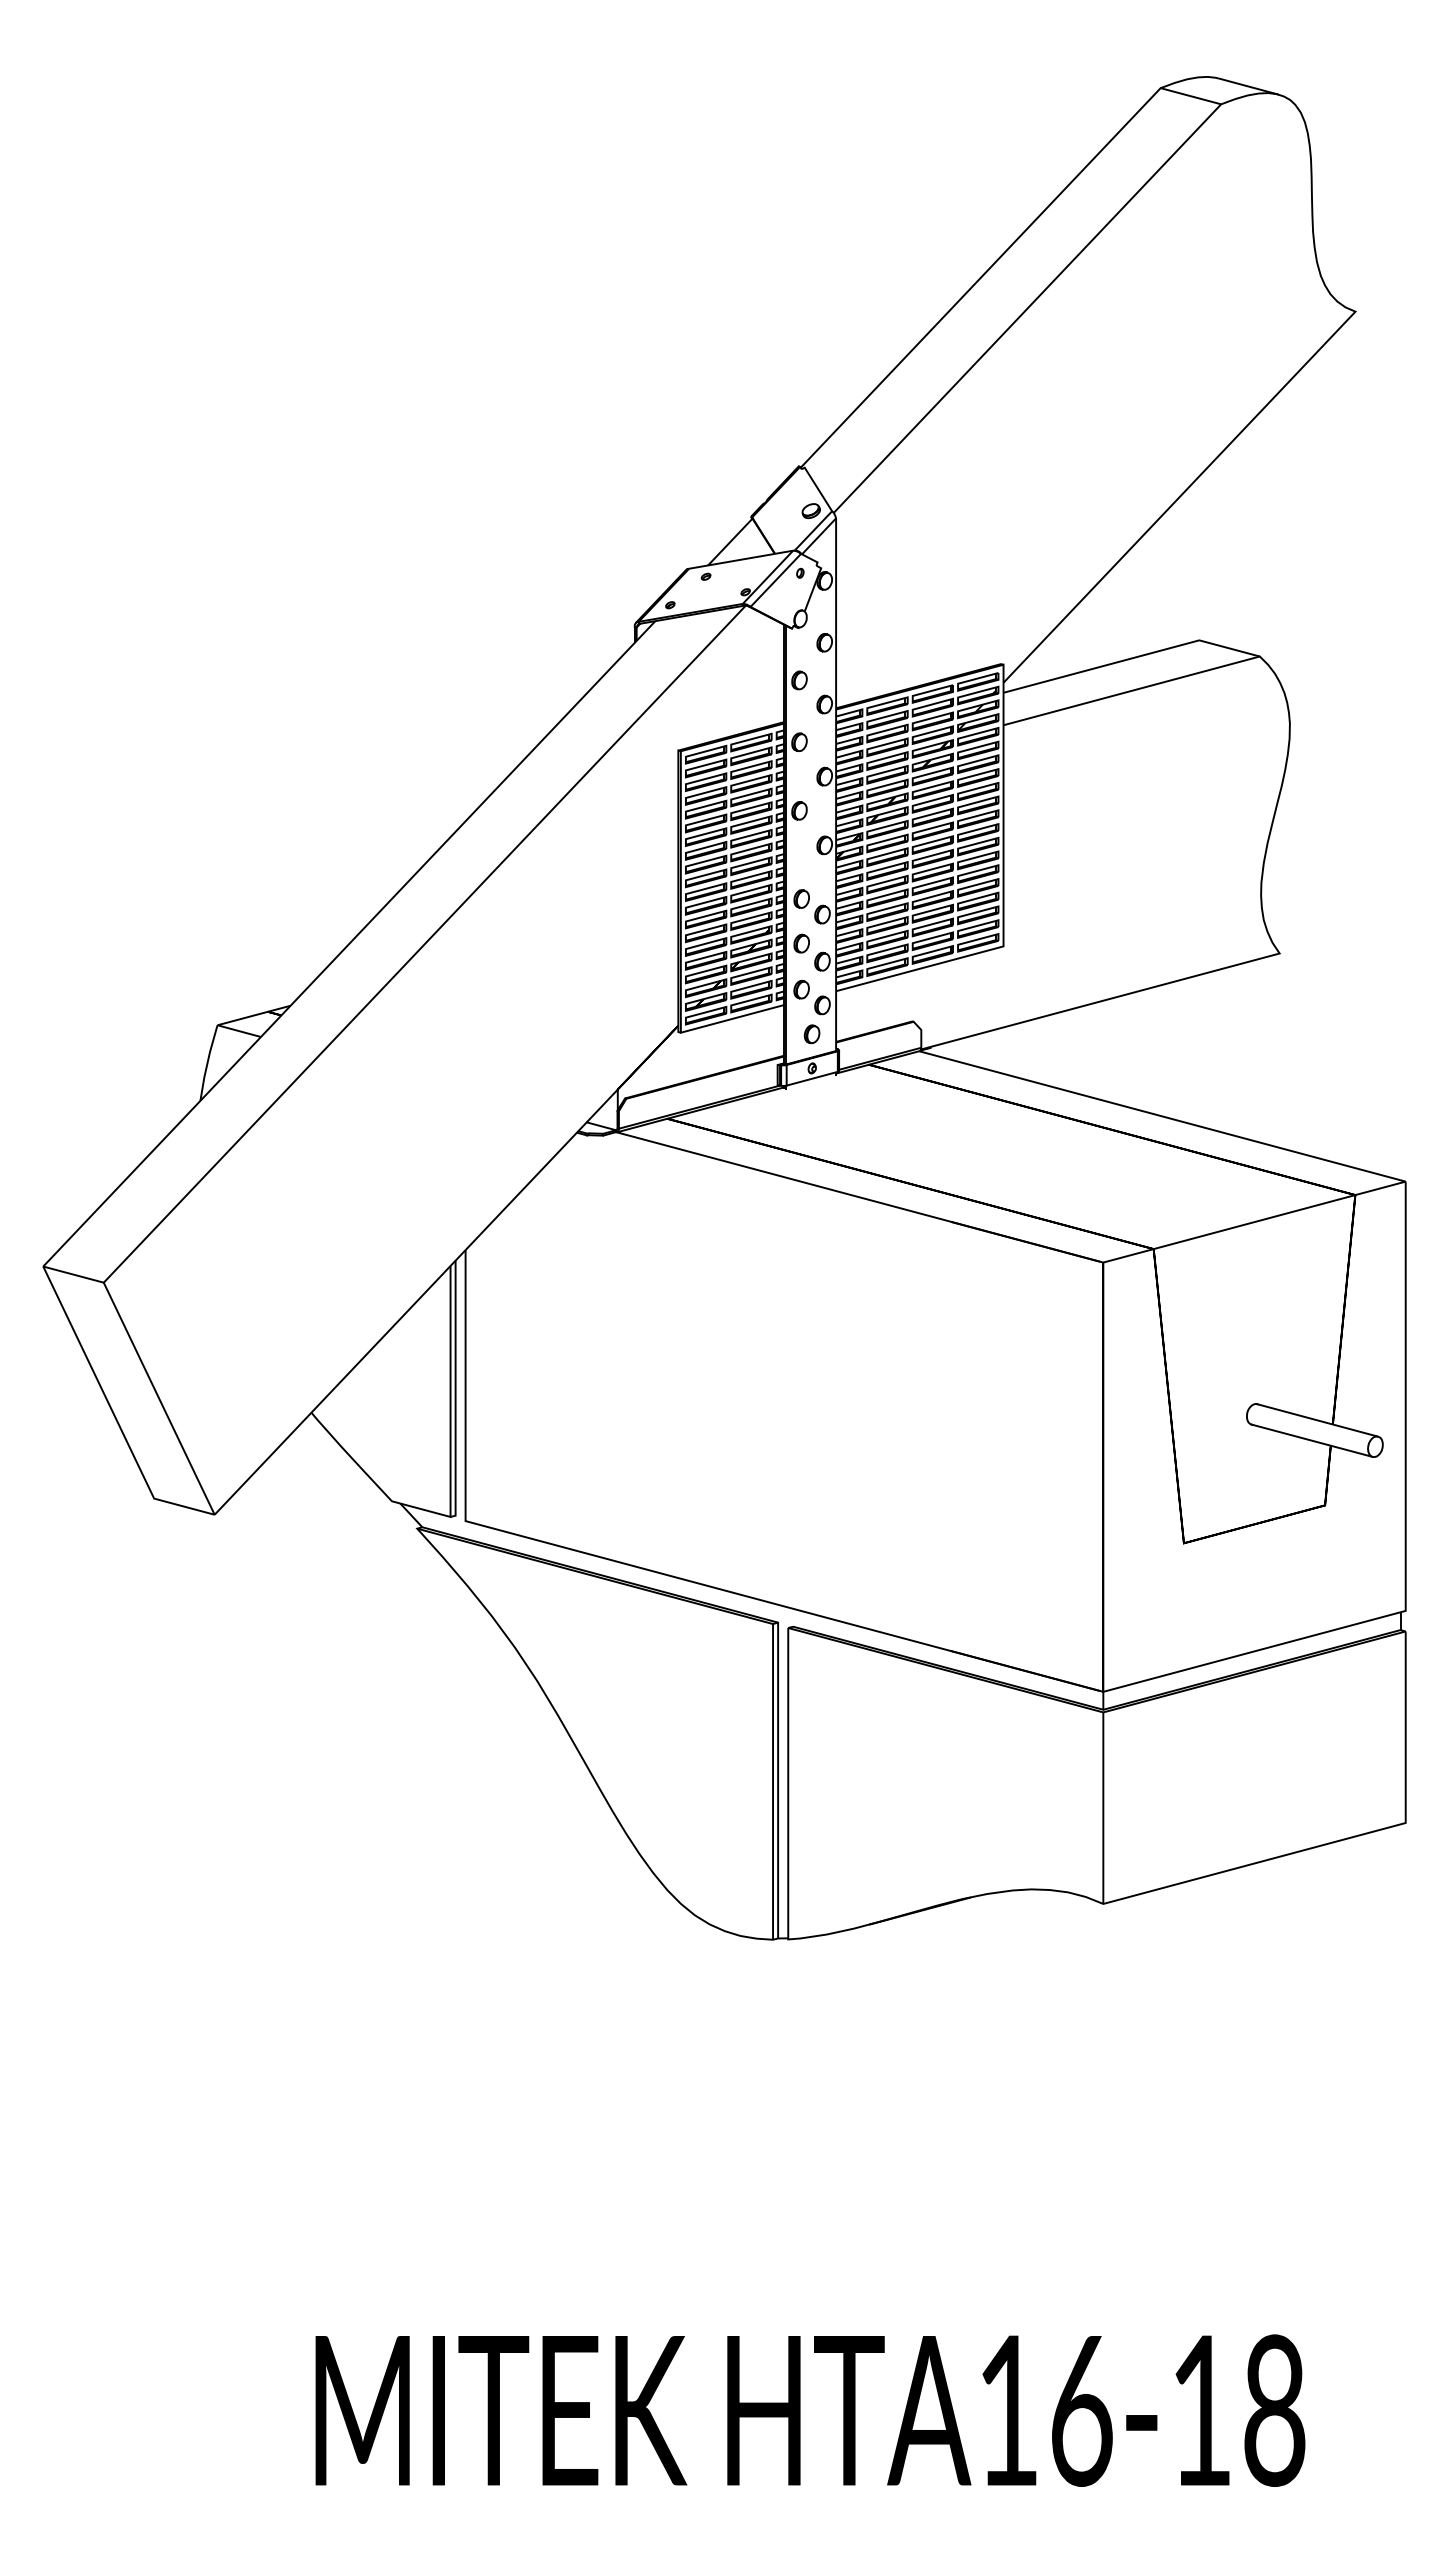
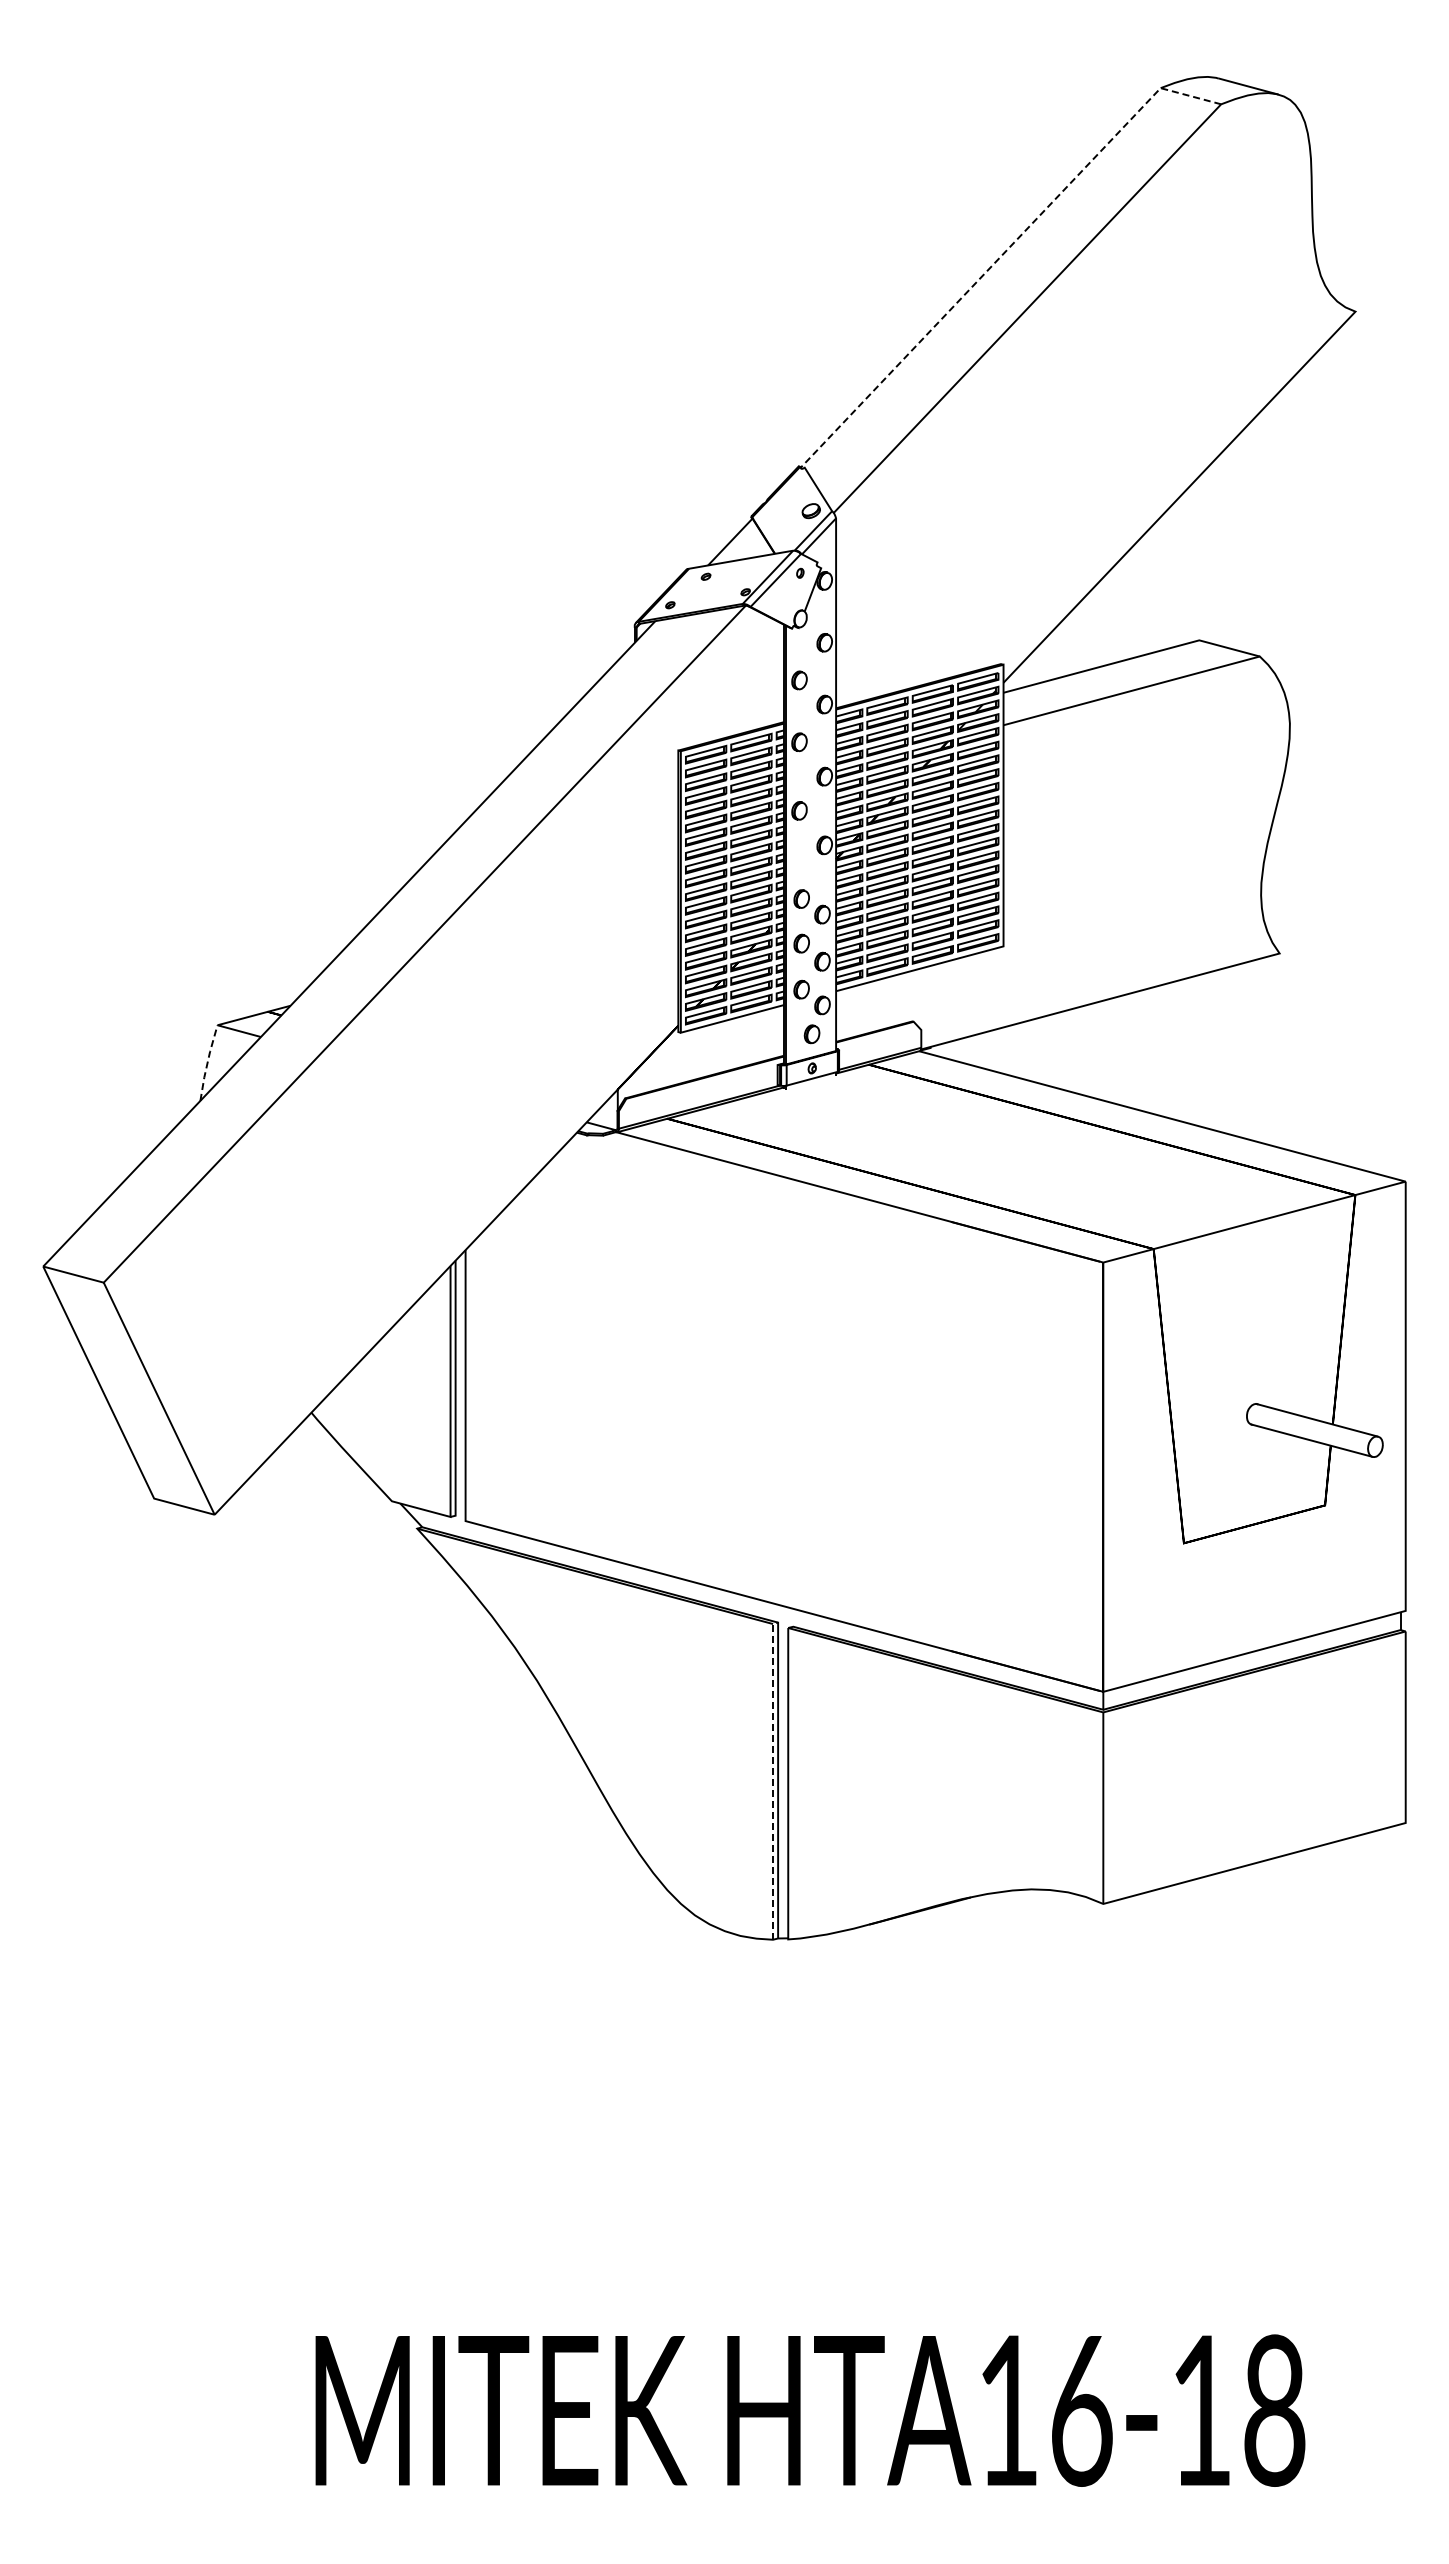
line at (1002, 254): solid -> dashed
line at (207, 1062): solid -> dashed
line at (773, 1777): solid -> dashed
